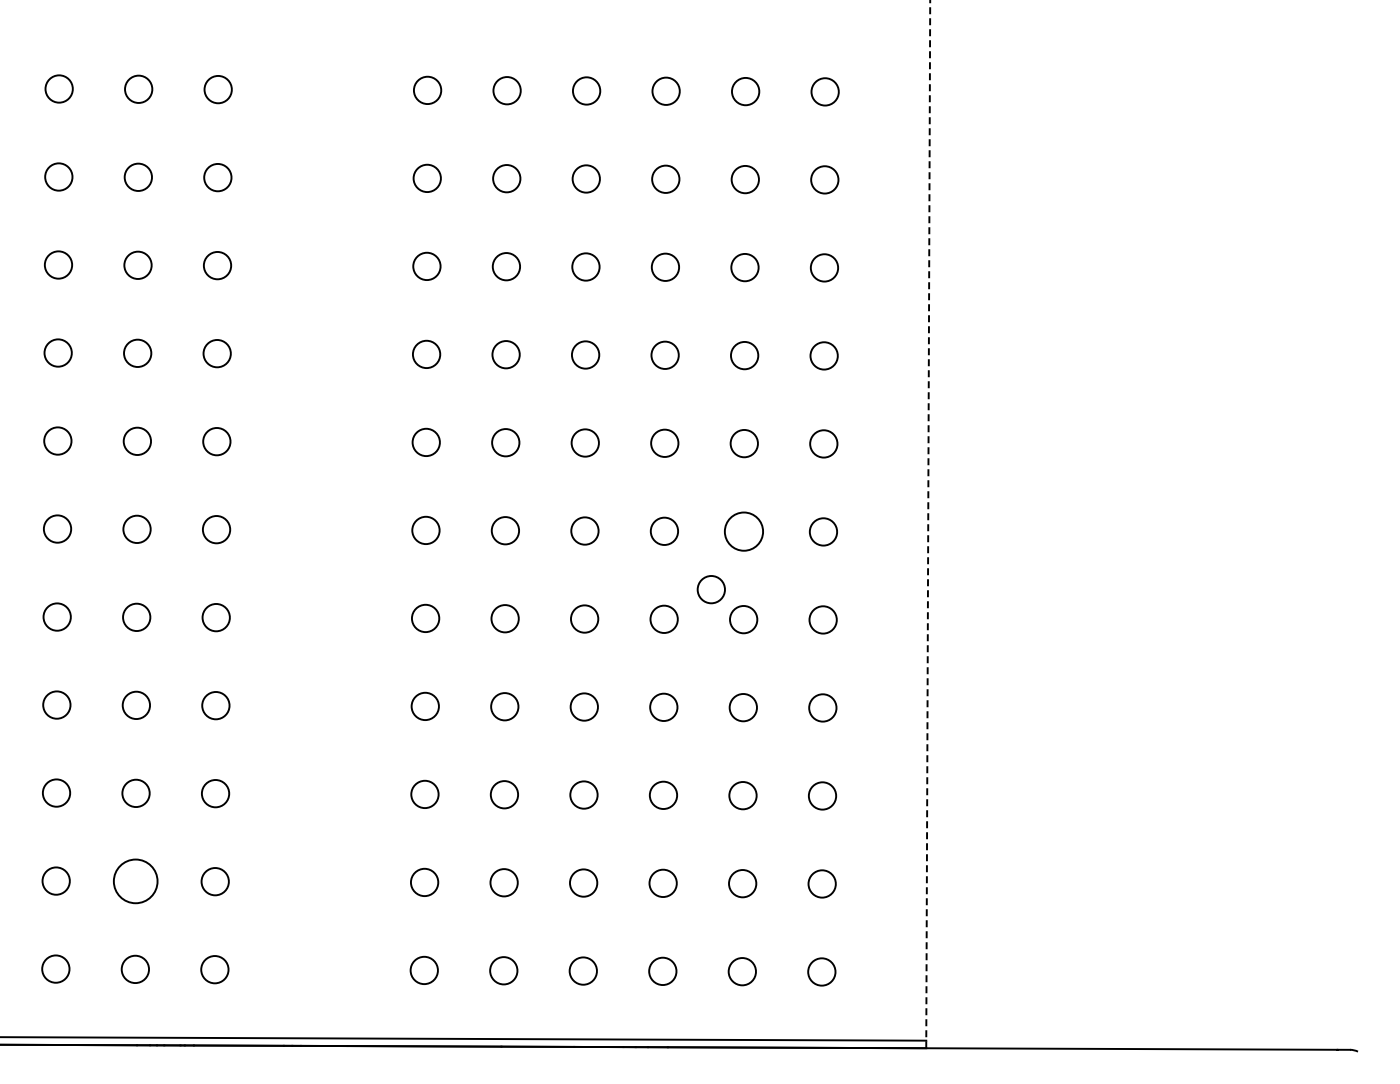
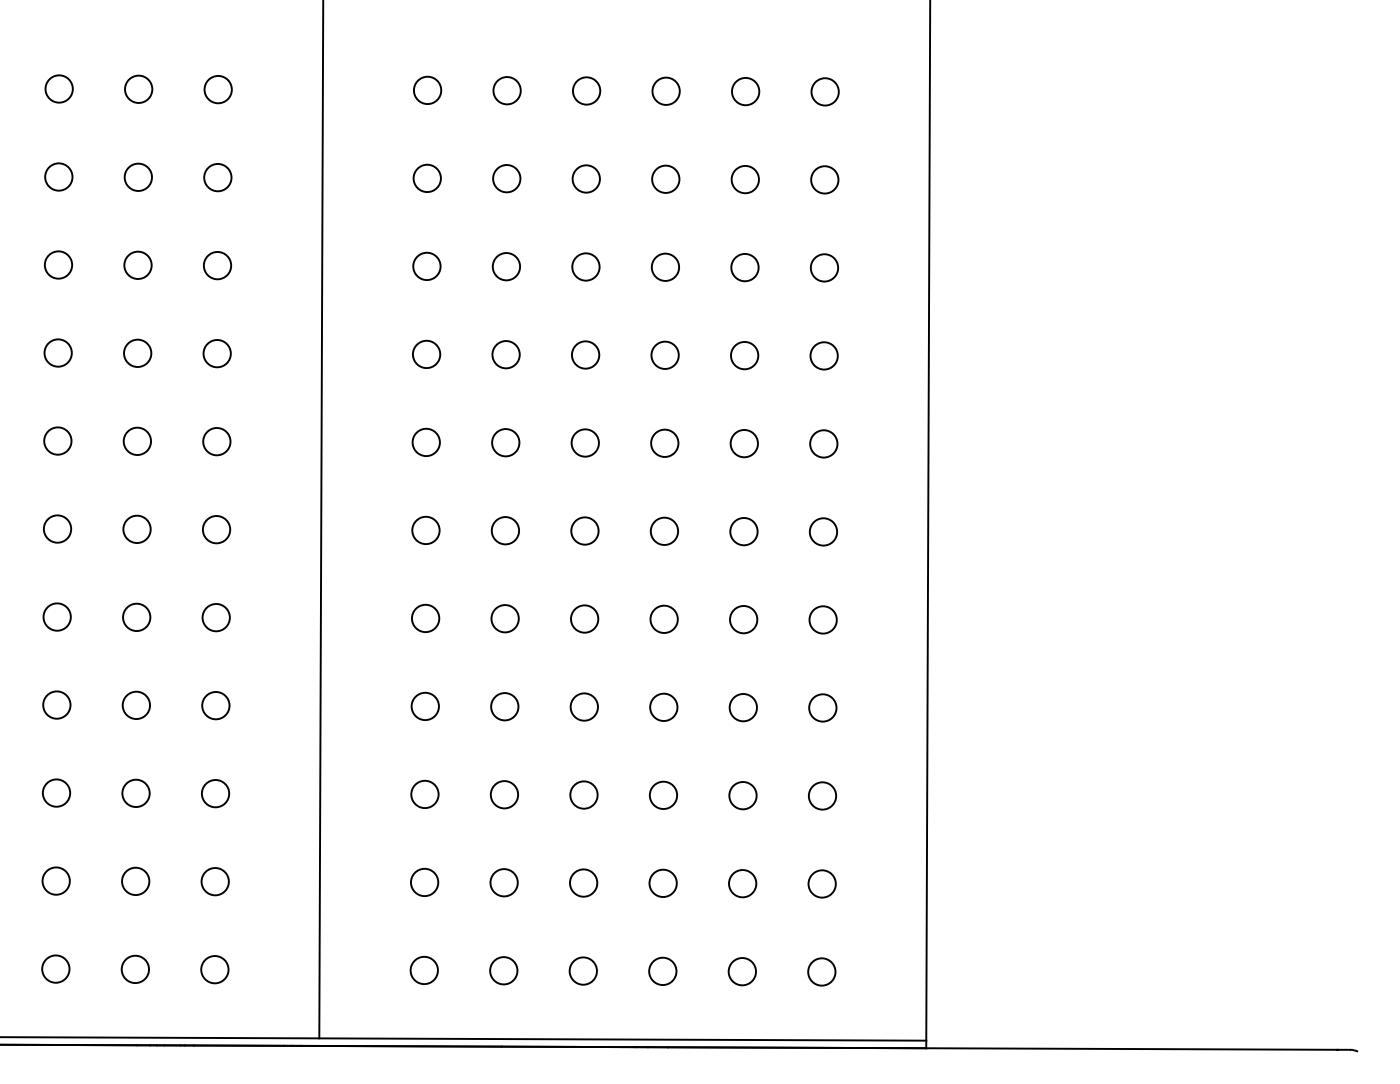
line at (321, 520): none -> present
line at (928, 524): dashed -> solid
circle at (743, 531) diameter: 38 px -> 27 px
circle at (710, 589): present -> none
circle at (135, 881) diameter: 44 px -> 27 px
